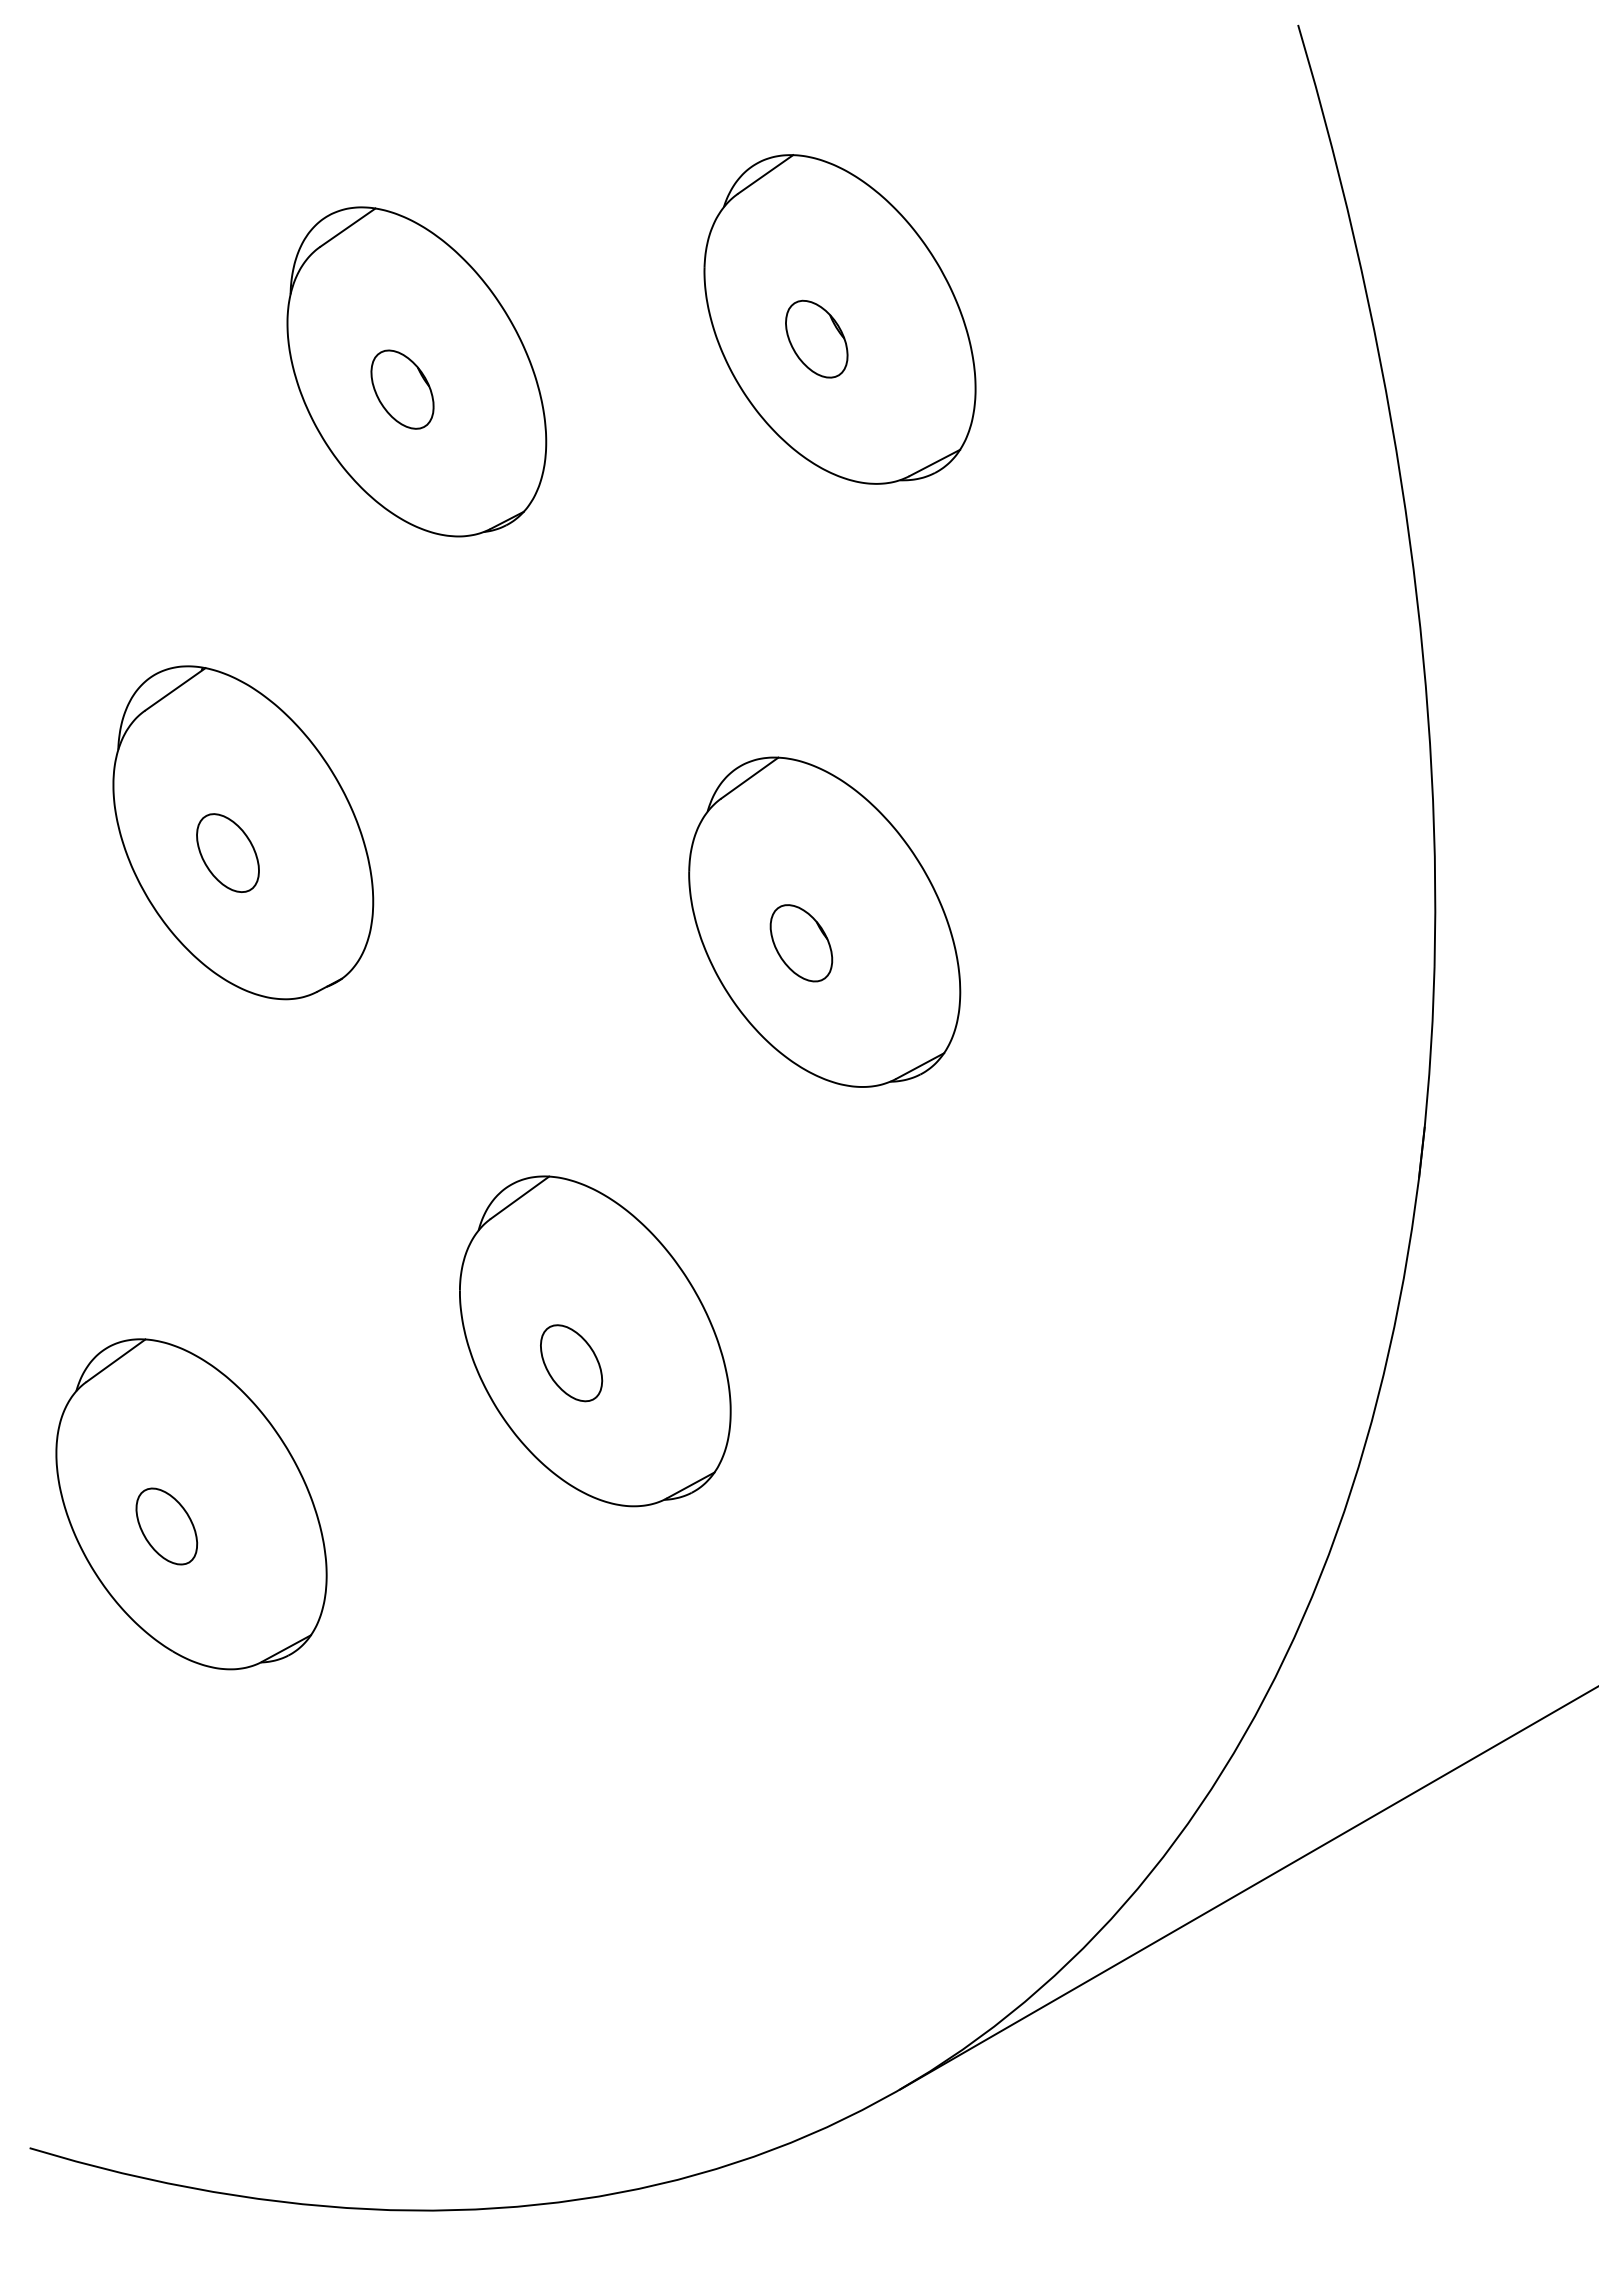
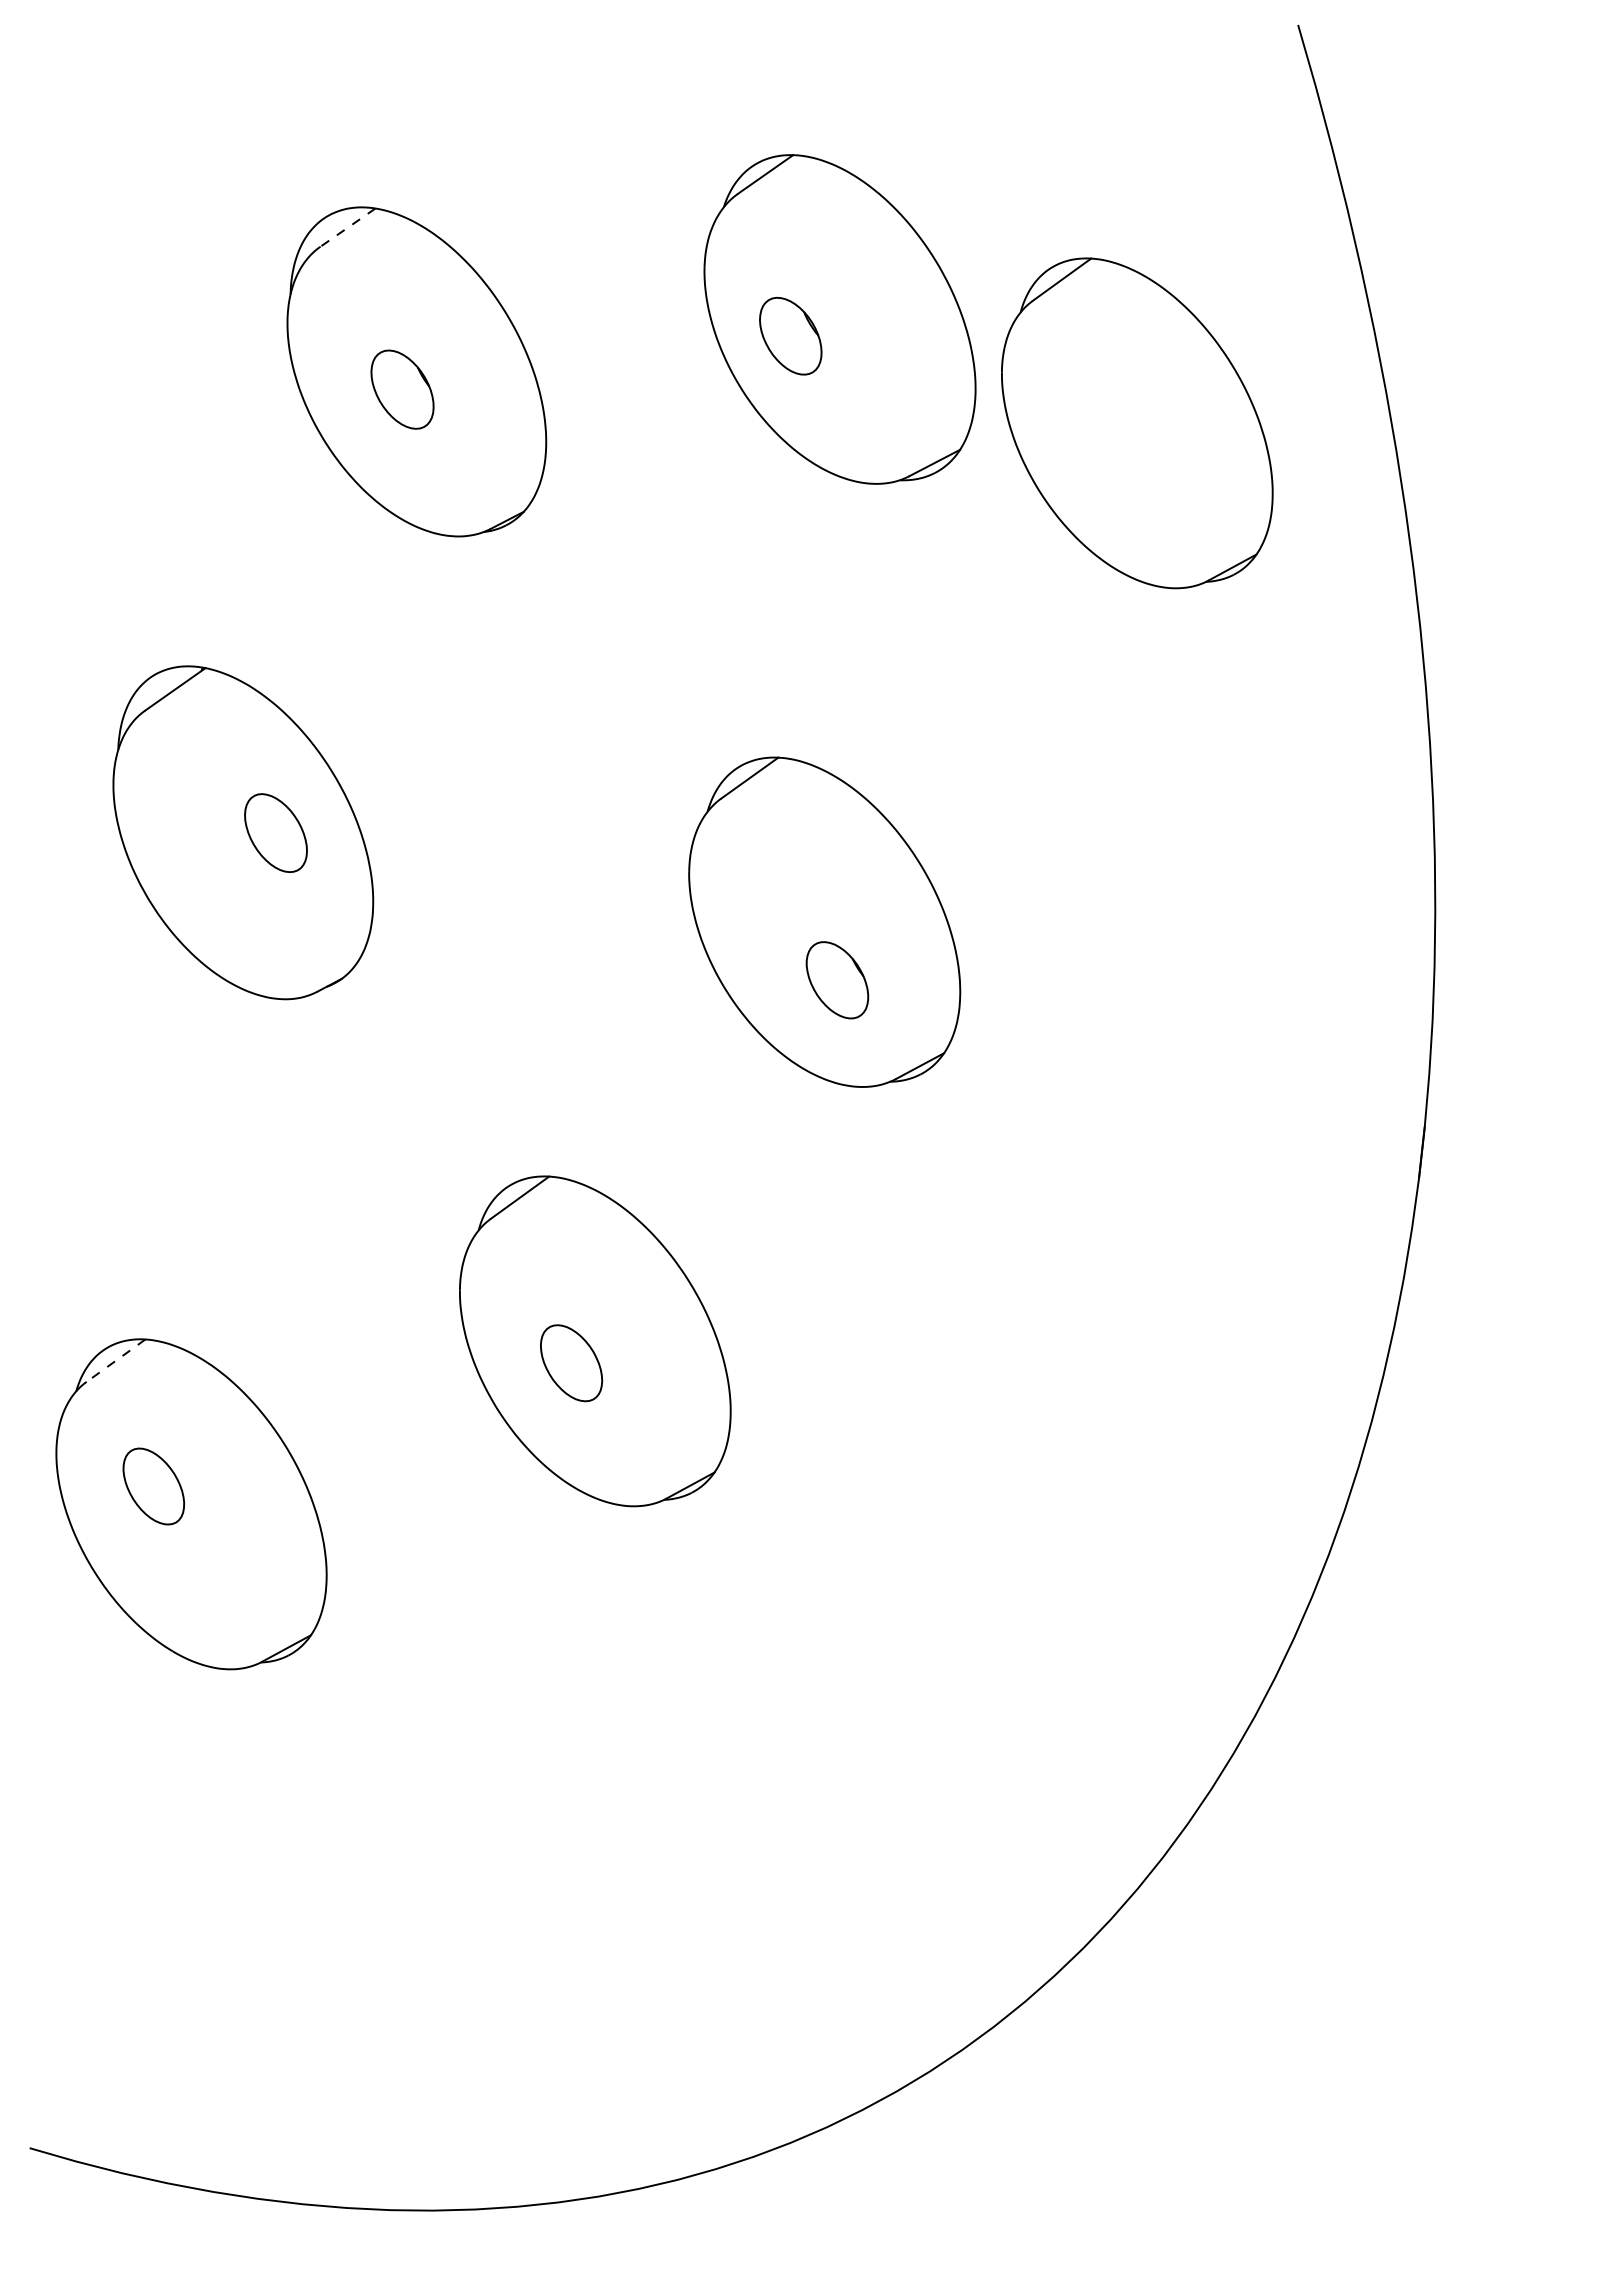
line at (347, 227): solid -> dashed
part at (816, 338) position: (816, 338) -> (790, 335)
part at (1137, 423): none -> present
part at (227, 852) position: (227, 852) -> (275, 832)
part at (801, 943) position: (801, 943) -> (837, 980)
line at (115, 1360): solid -> dashed
part at (166, 1526) position: (166, 1526) -> (153, 1486)
line at (1247, 1888): present -> none
